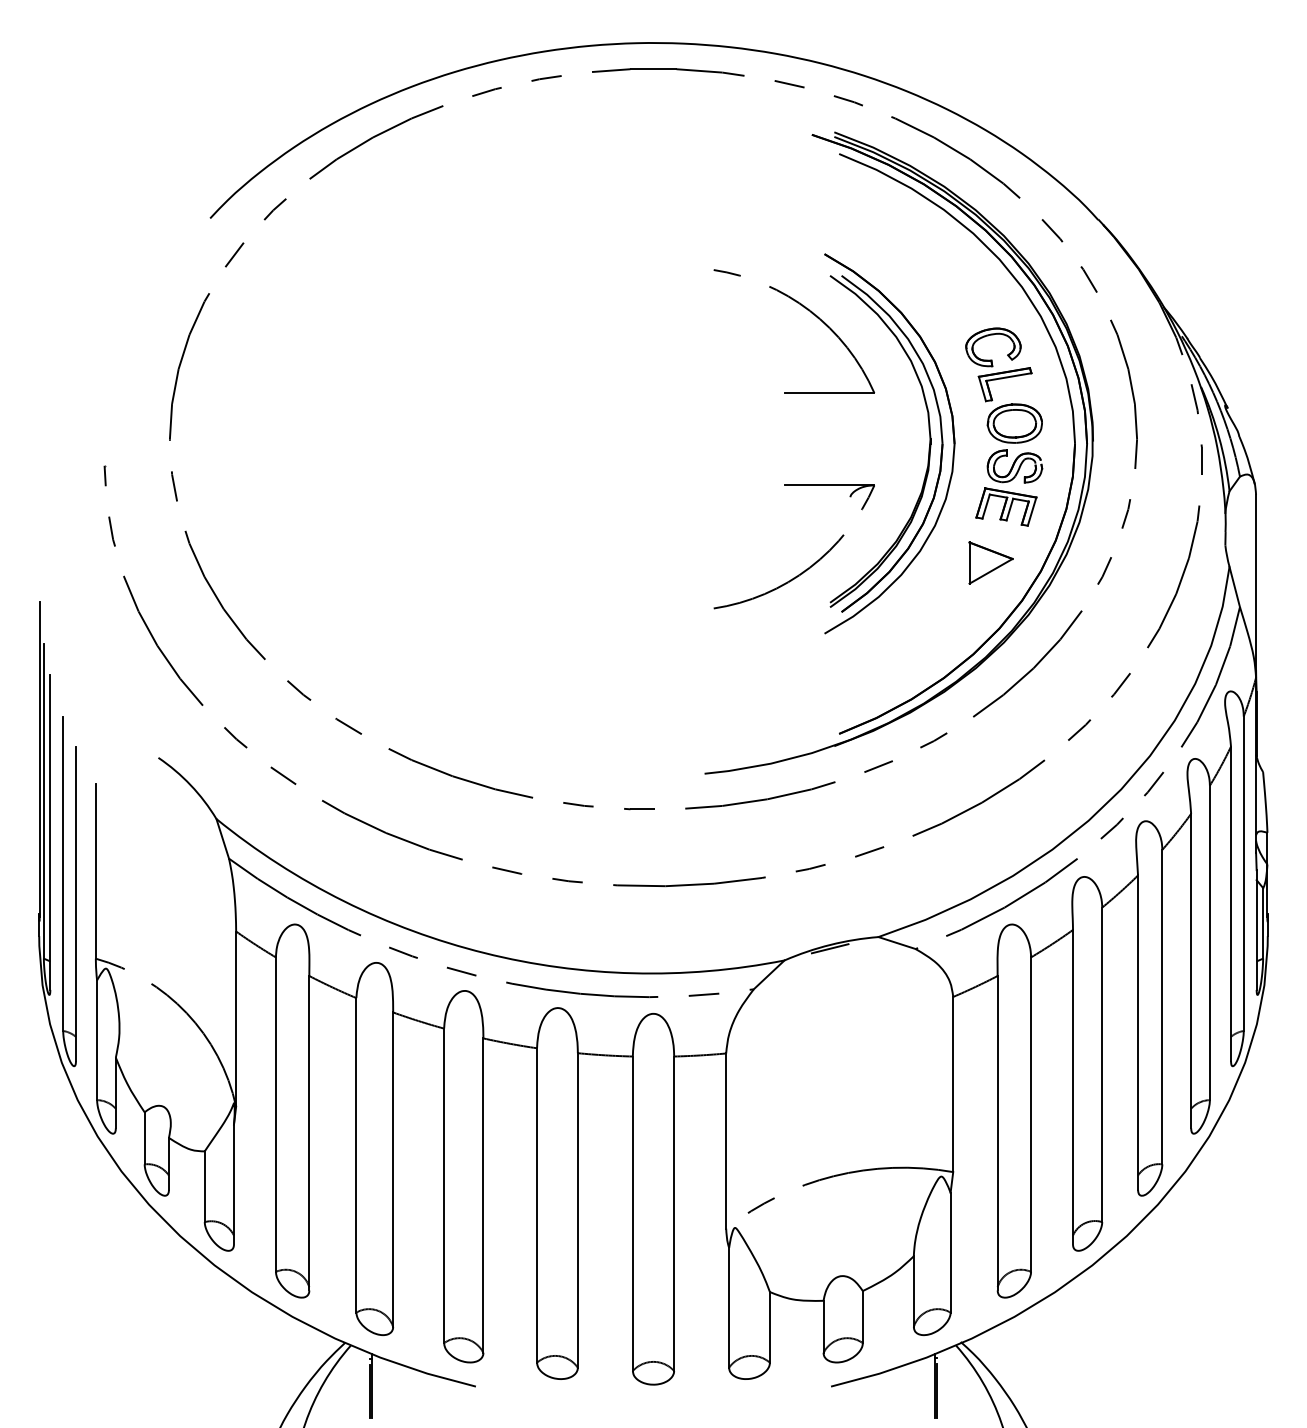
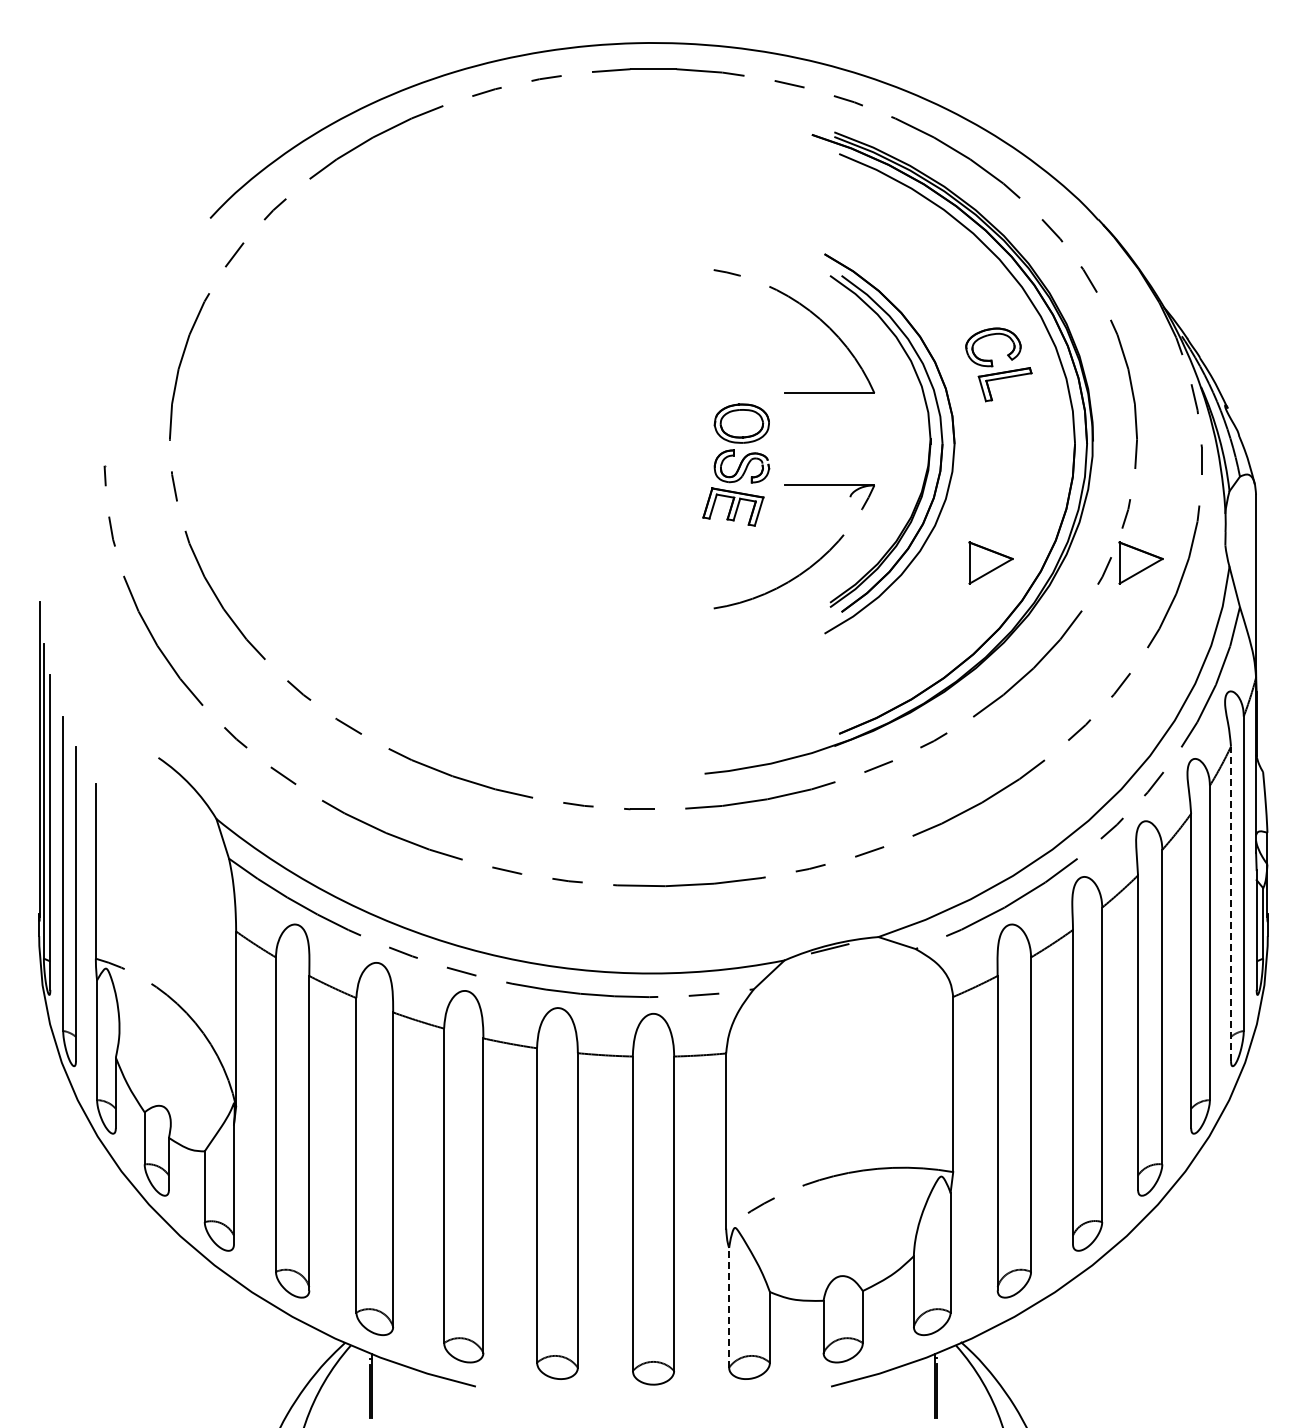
part at (1009, 464) position: (1009, 464) -> (736, 464)
part at (1140, 562): none -> present
line at (1231, 903): solid -> dashed
line at (729, 1307): solid -> dashed
